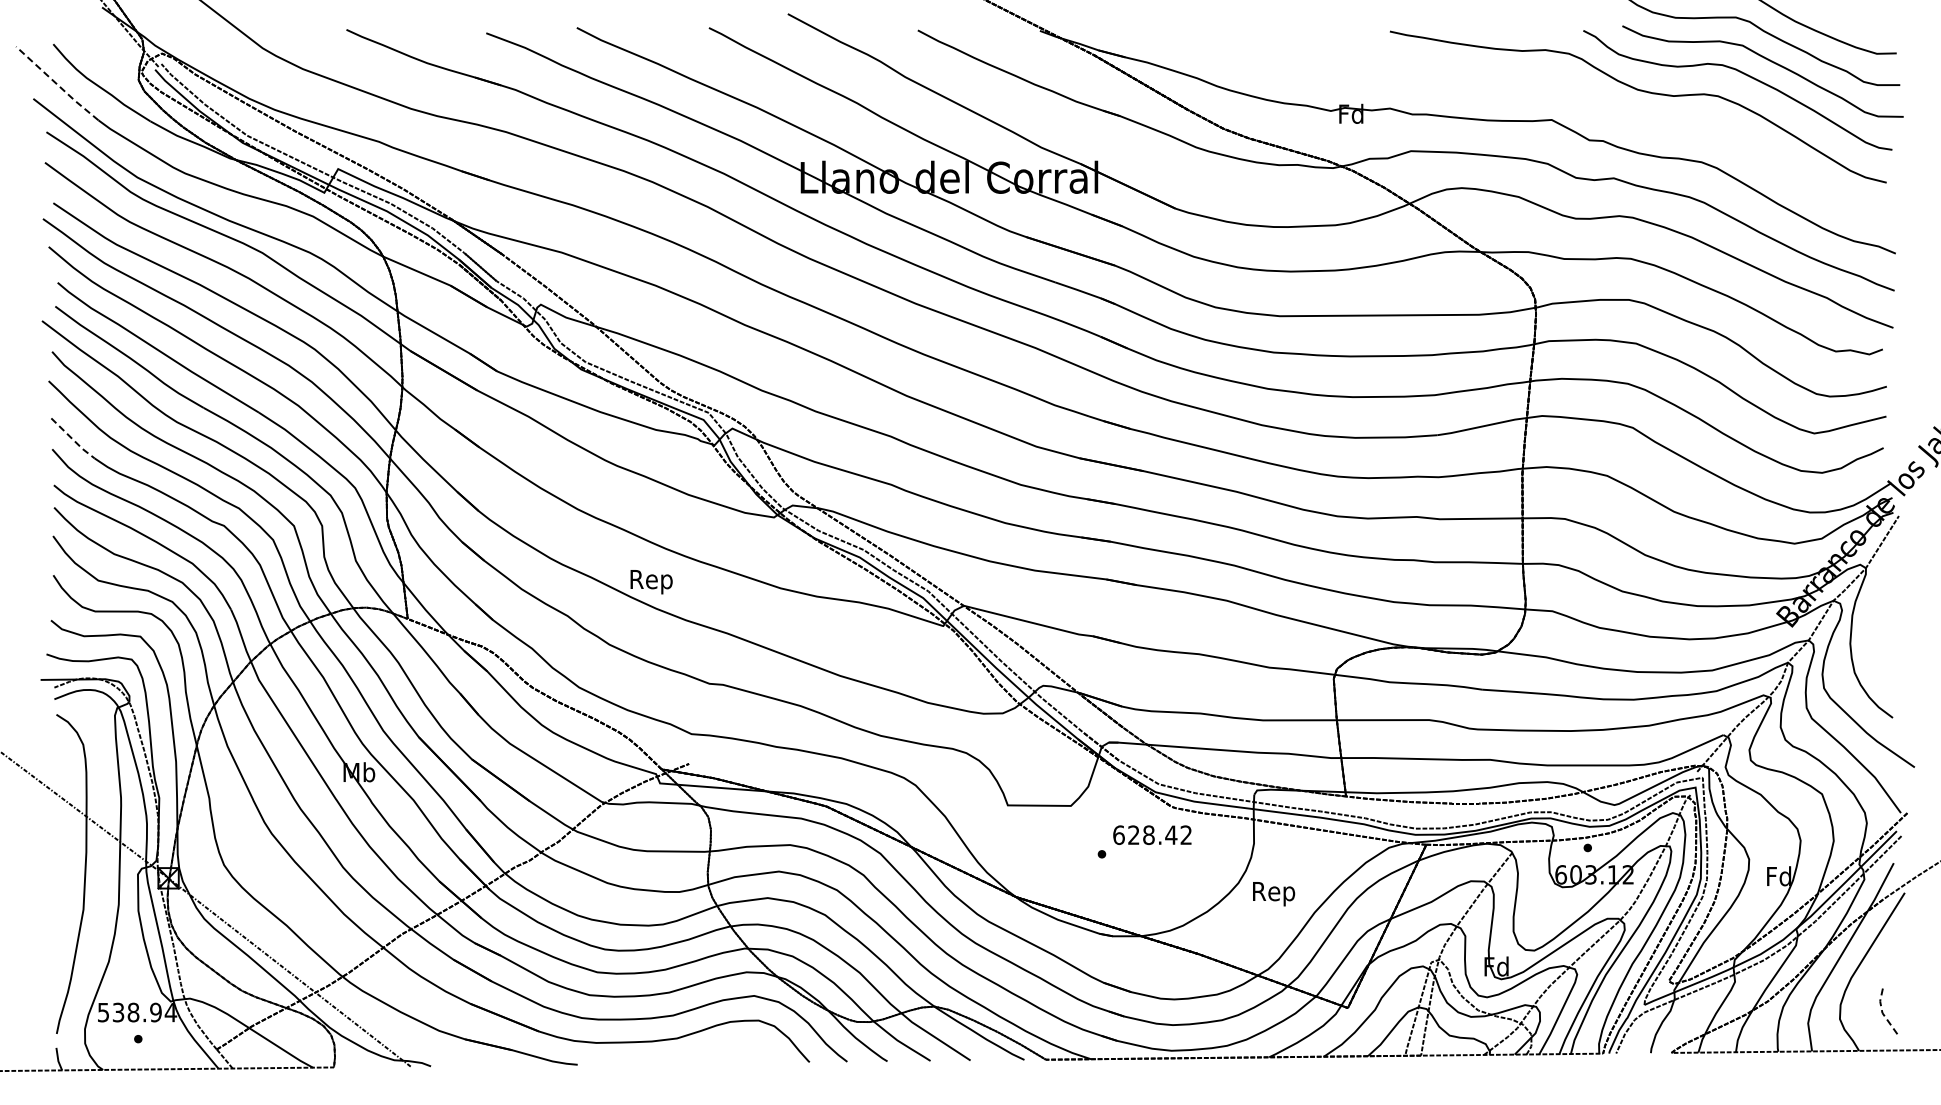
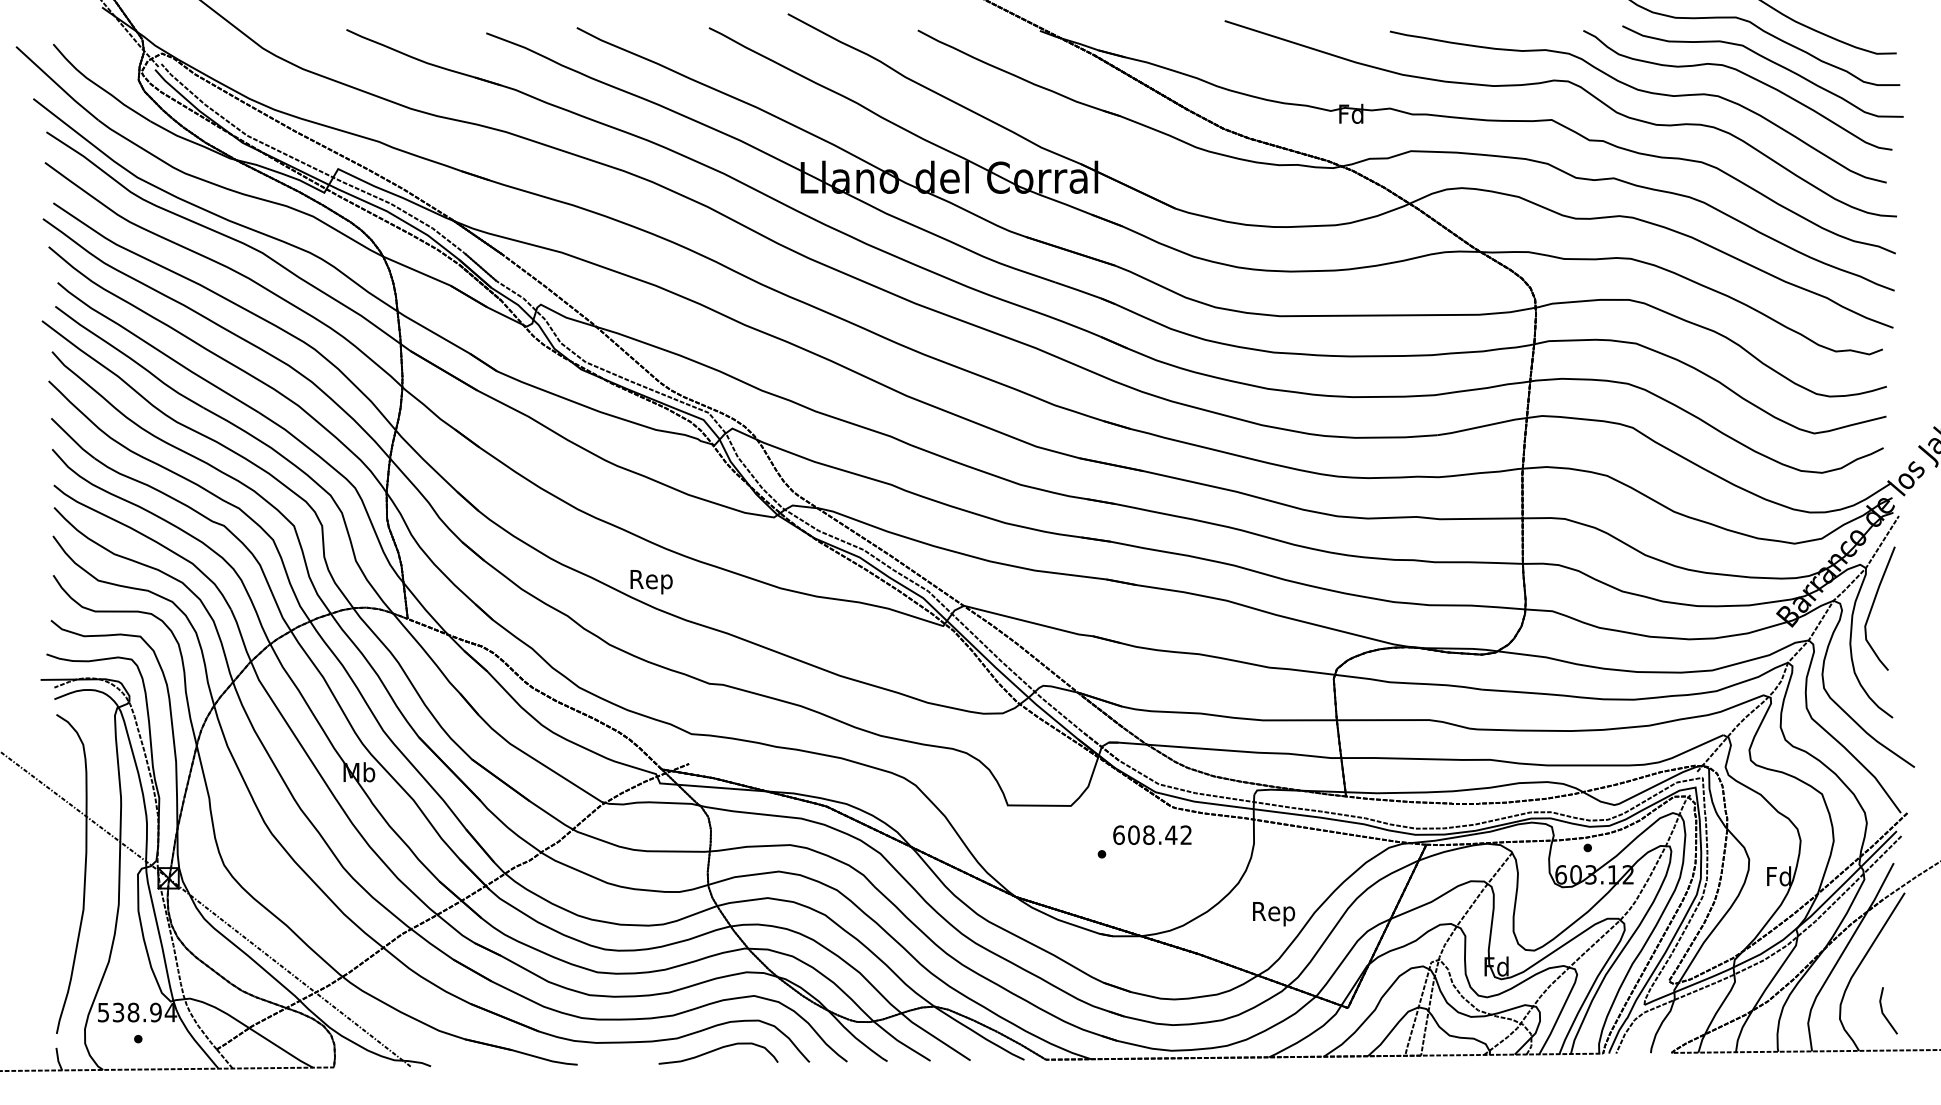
line at (57, 84): dashed -> solid
curve at (1576, 86): none -> present
line at (73, 439): dashed -> solid
curve at (1873, 606): none -> present
text at (1133, 834): 628.42 -> 608.42
text at (1274, 894) position: (1274, 894) -> (1274, 914)
line at (1882, 1012): dashed -> solid
curve at (717, 1050): none -> present
